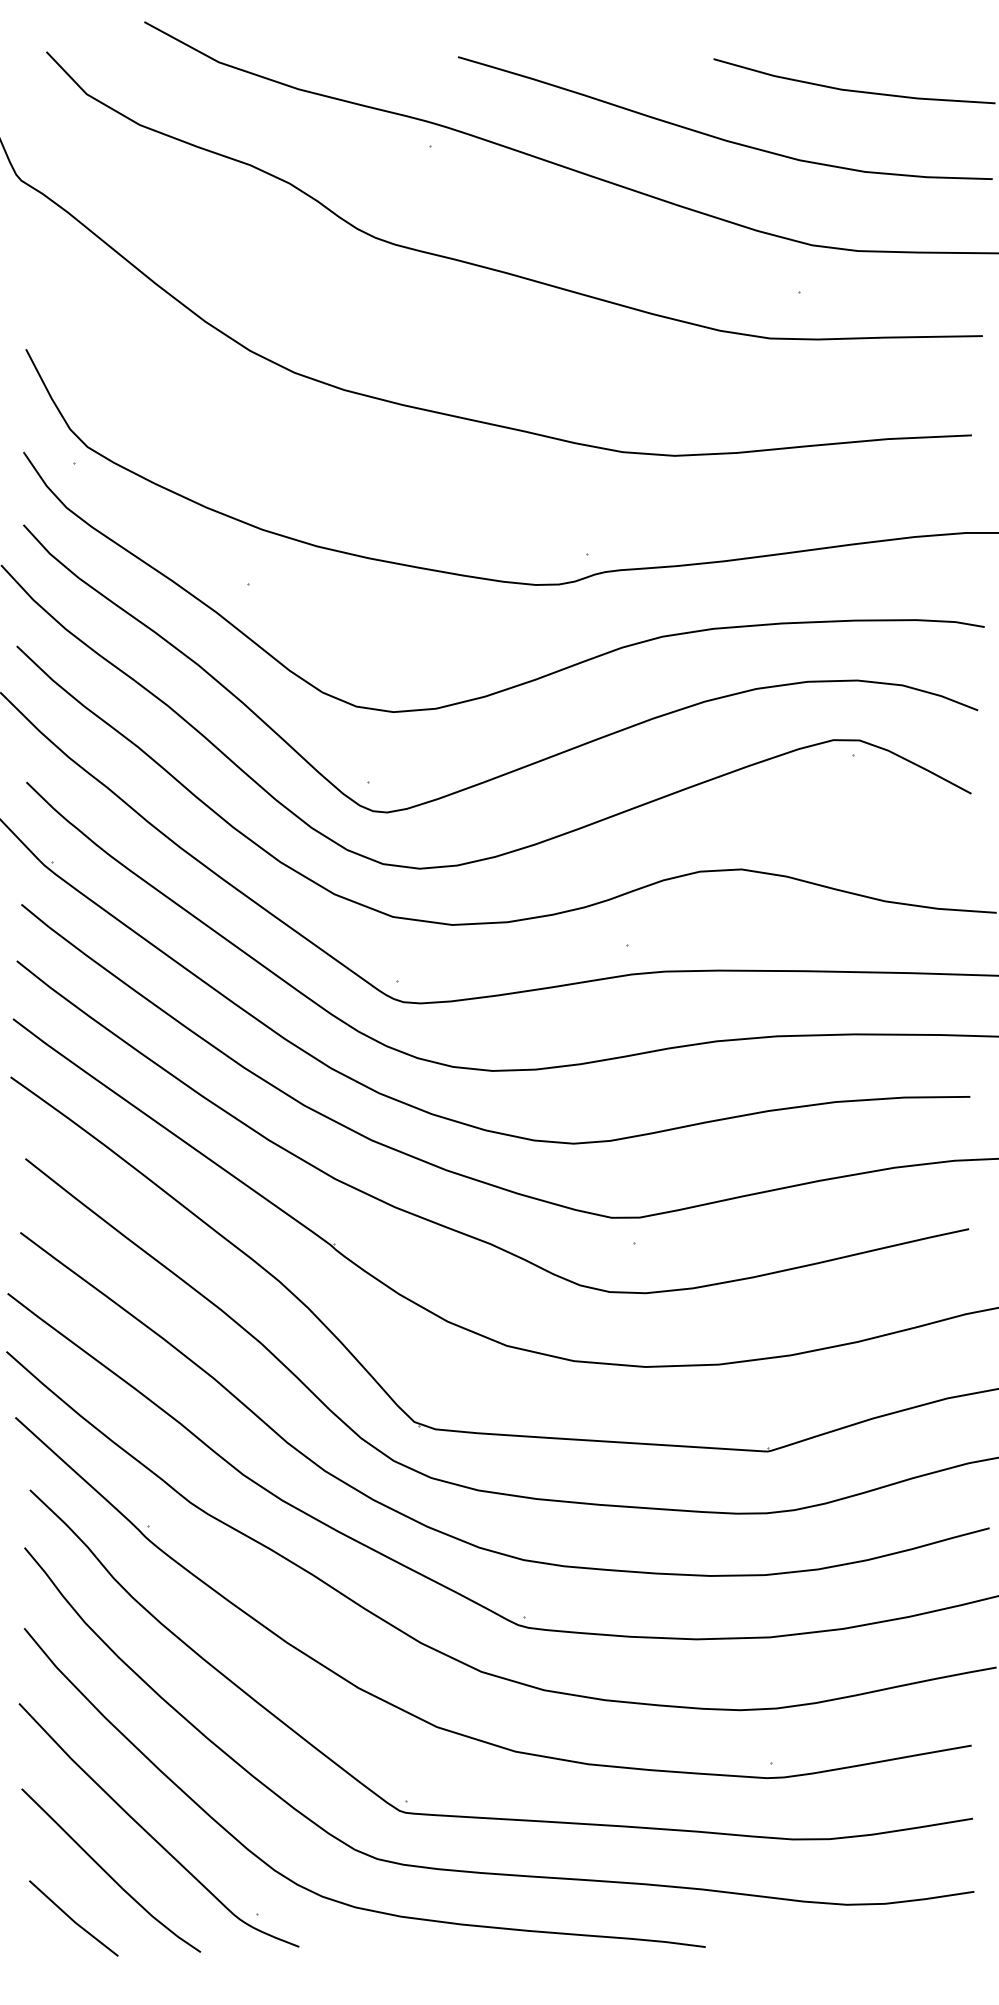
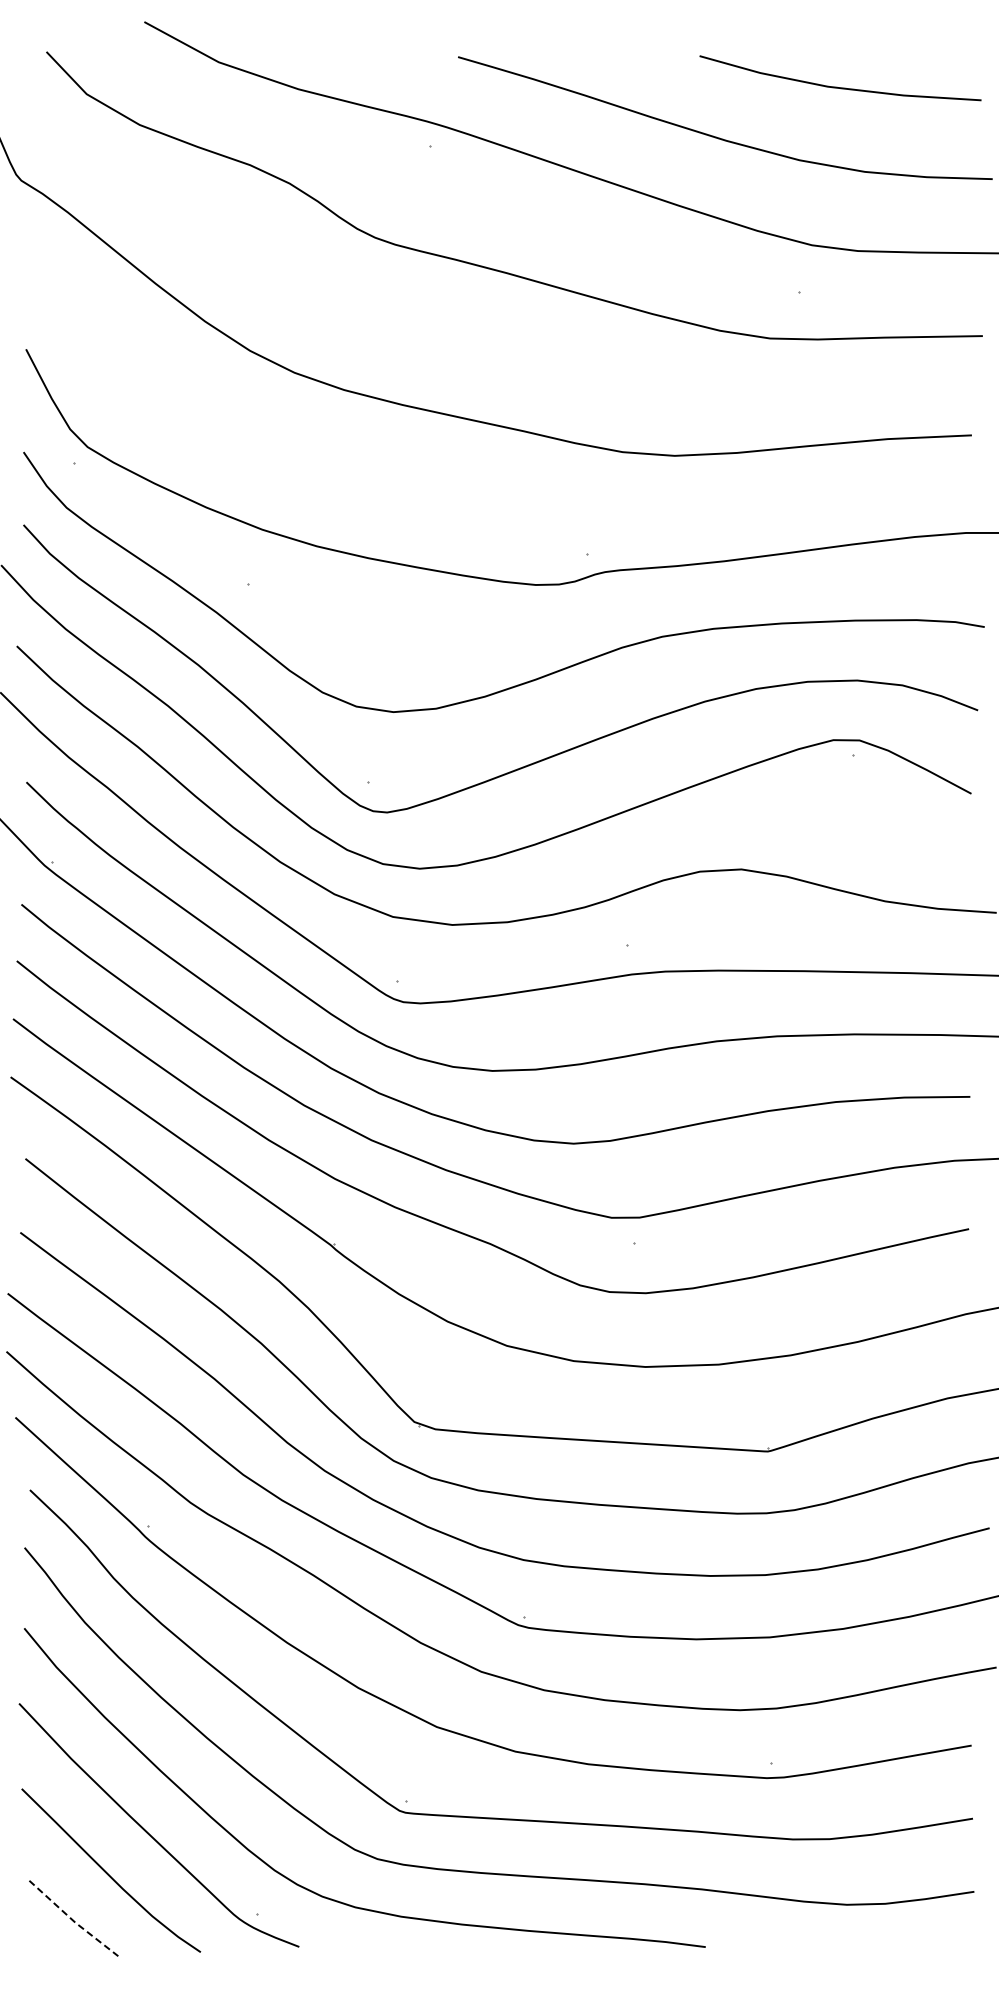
line at (851, 89) position: (851, 89) -> (837, 86)
line at (73, 1920): solid -> dashed
